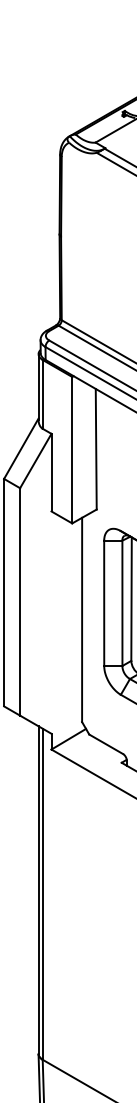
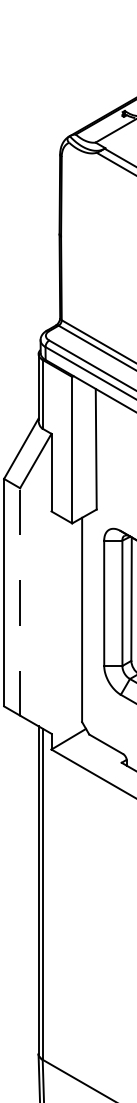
line at (20, 601): solid -> dashed
